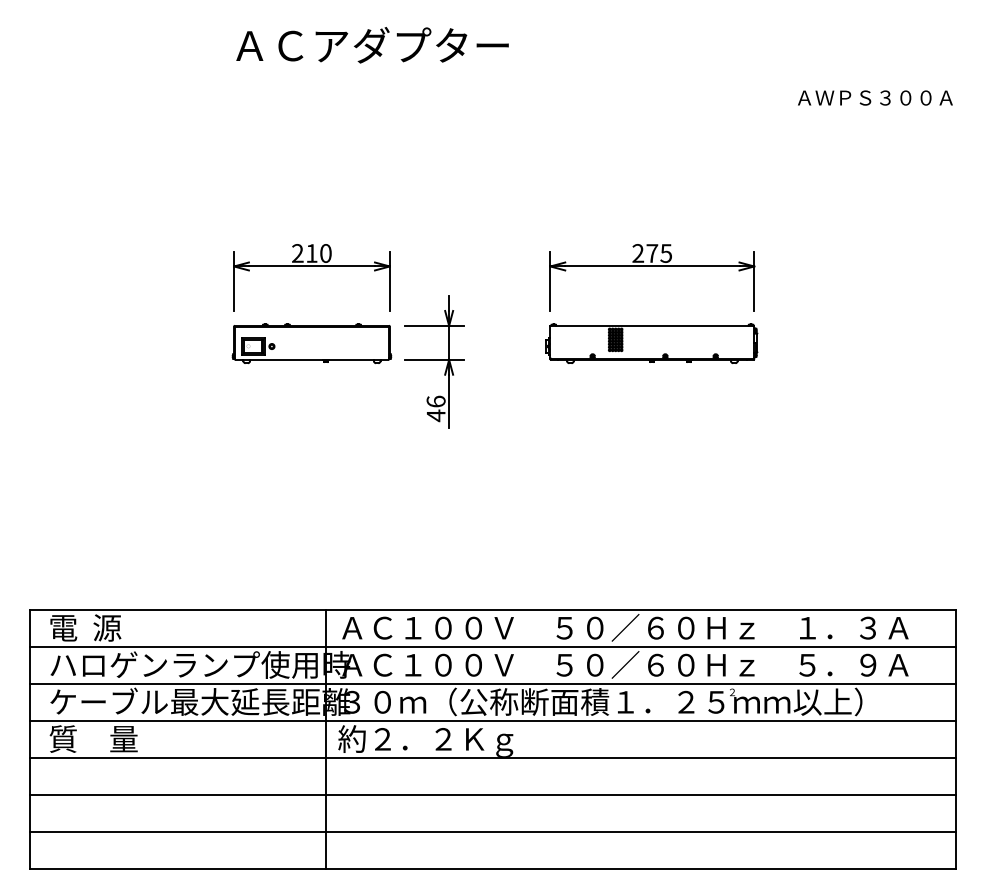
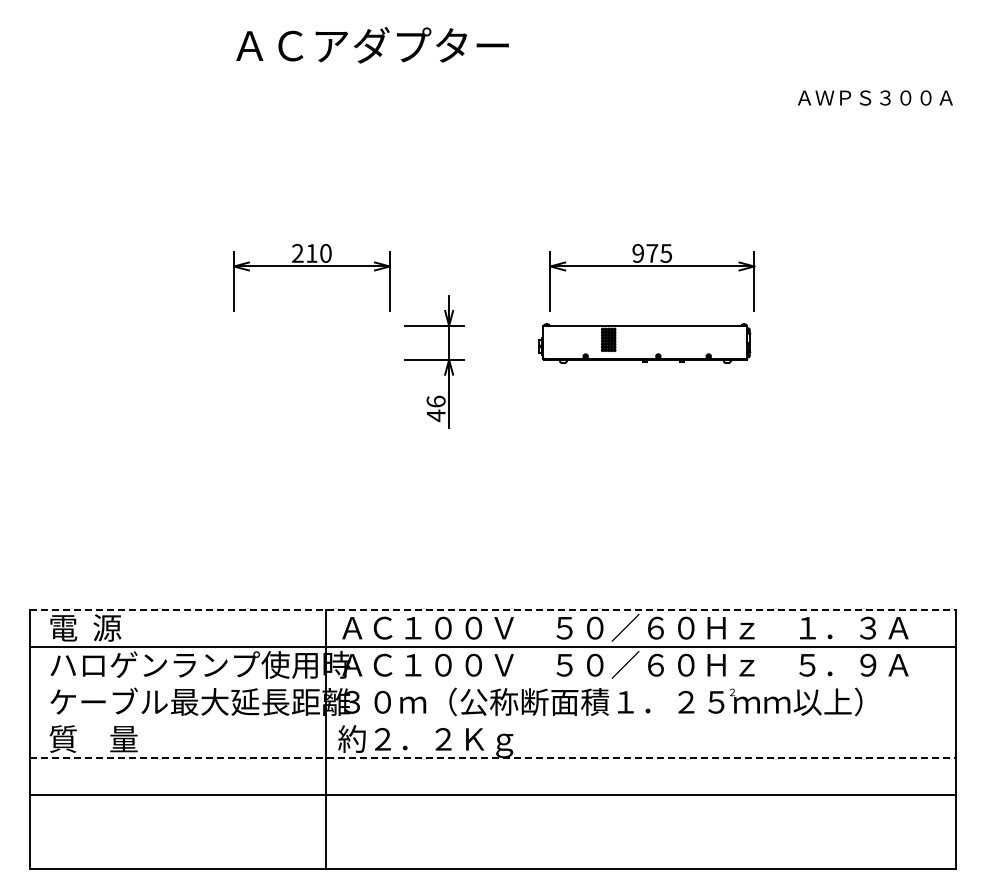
text at (638, 253): 275 -> 975
part at (311, 343): present -> none
part at (651, 343) position: (651, 343) -> (644, 343)
line at (493, 609): solid -> dashed
line at (492, 683): present -> none
line at (492, 720): present -> none
line at (493, 757): solid -> dashed
line at (492, 832): present -> none
